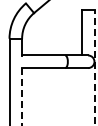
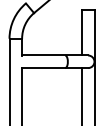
line at (94, 67): dashed -> solid
line at (81, 95): none -> present
line at (22, 96): dashed -> solid
